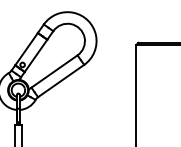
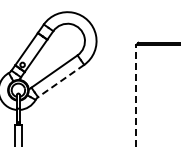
line at (60, 81): solid -> dashed
line at (136, 95): solid -> dashed
